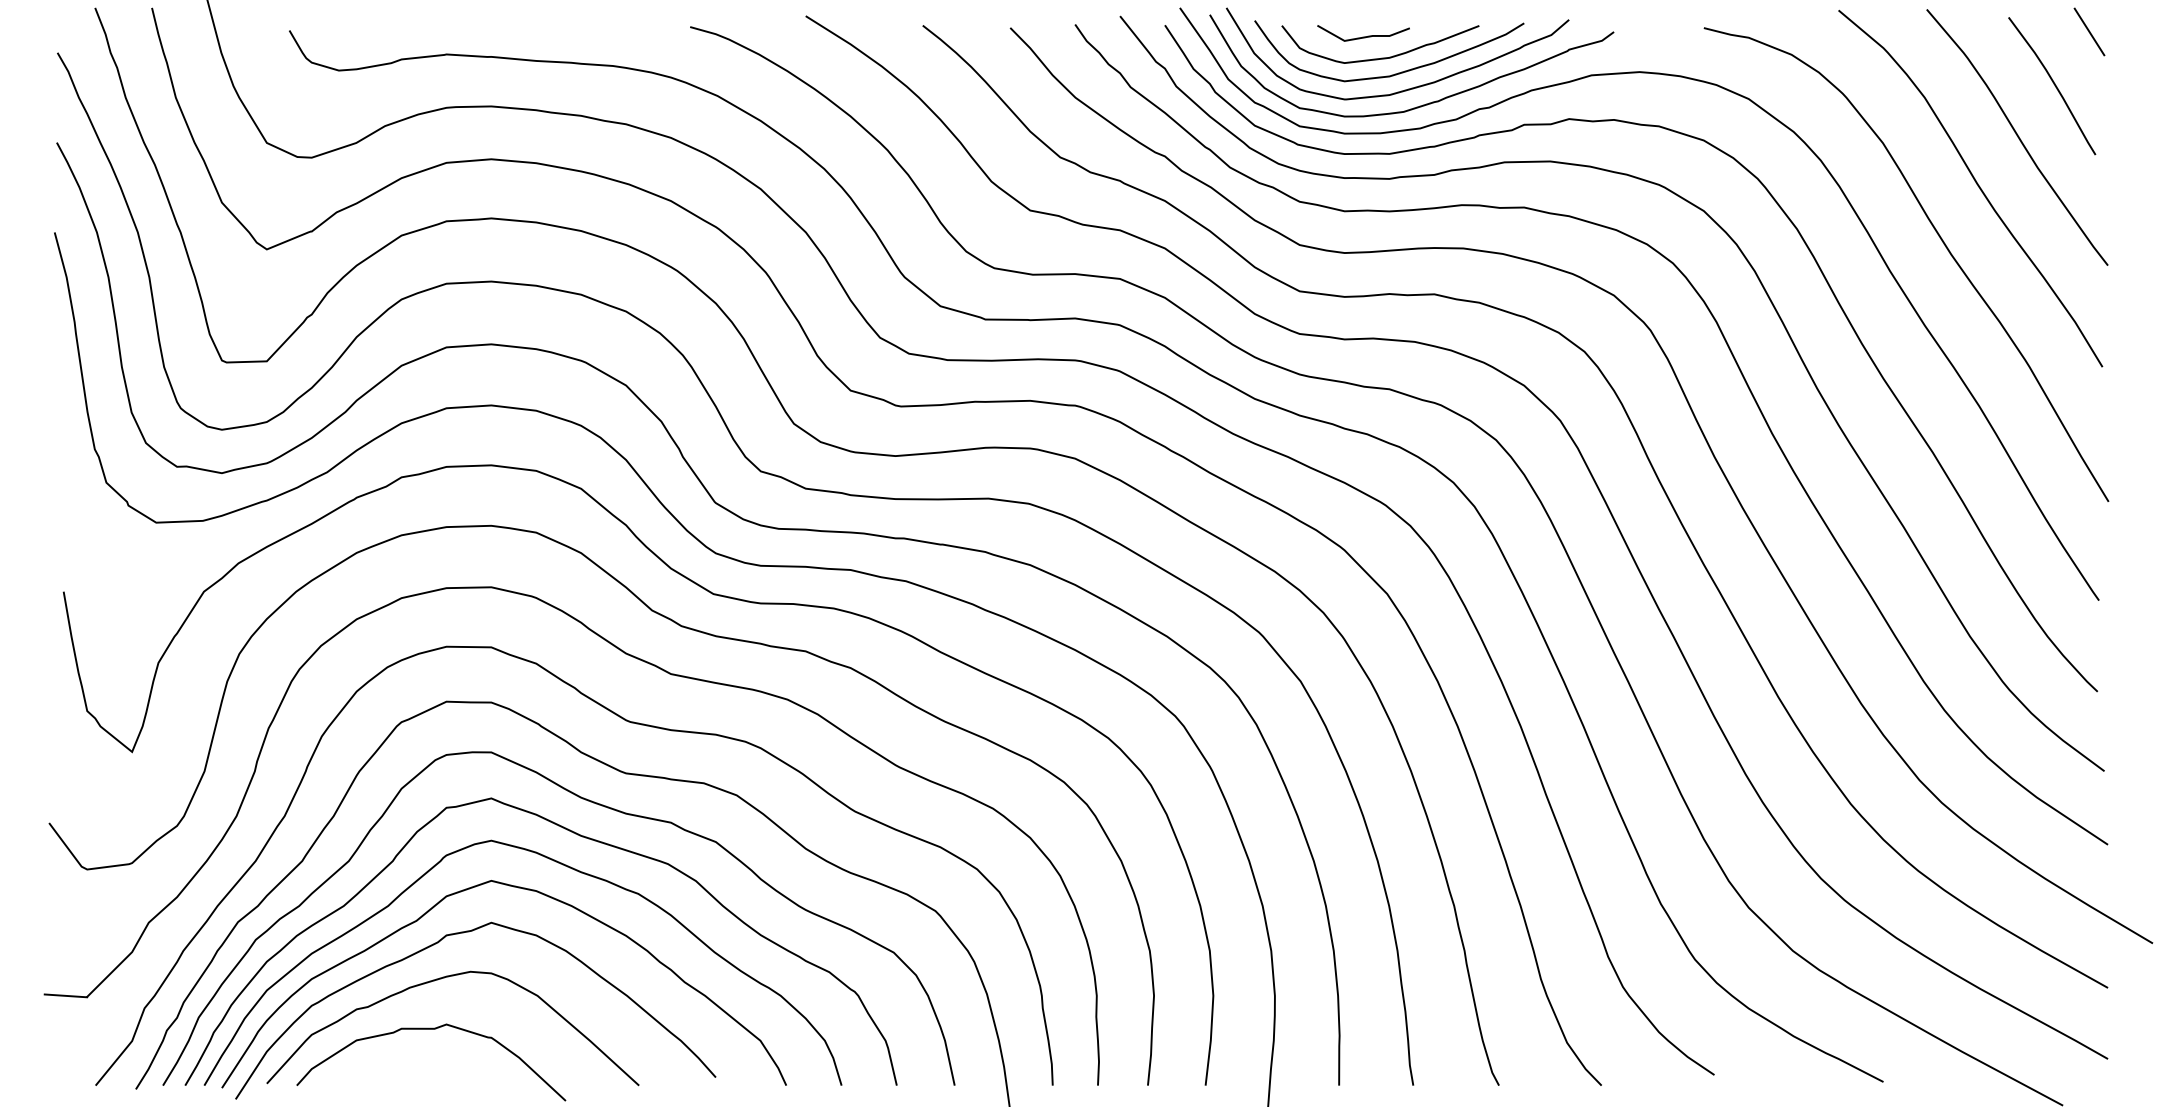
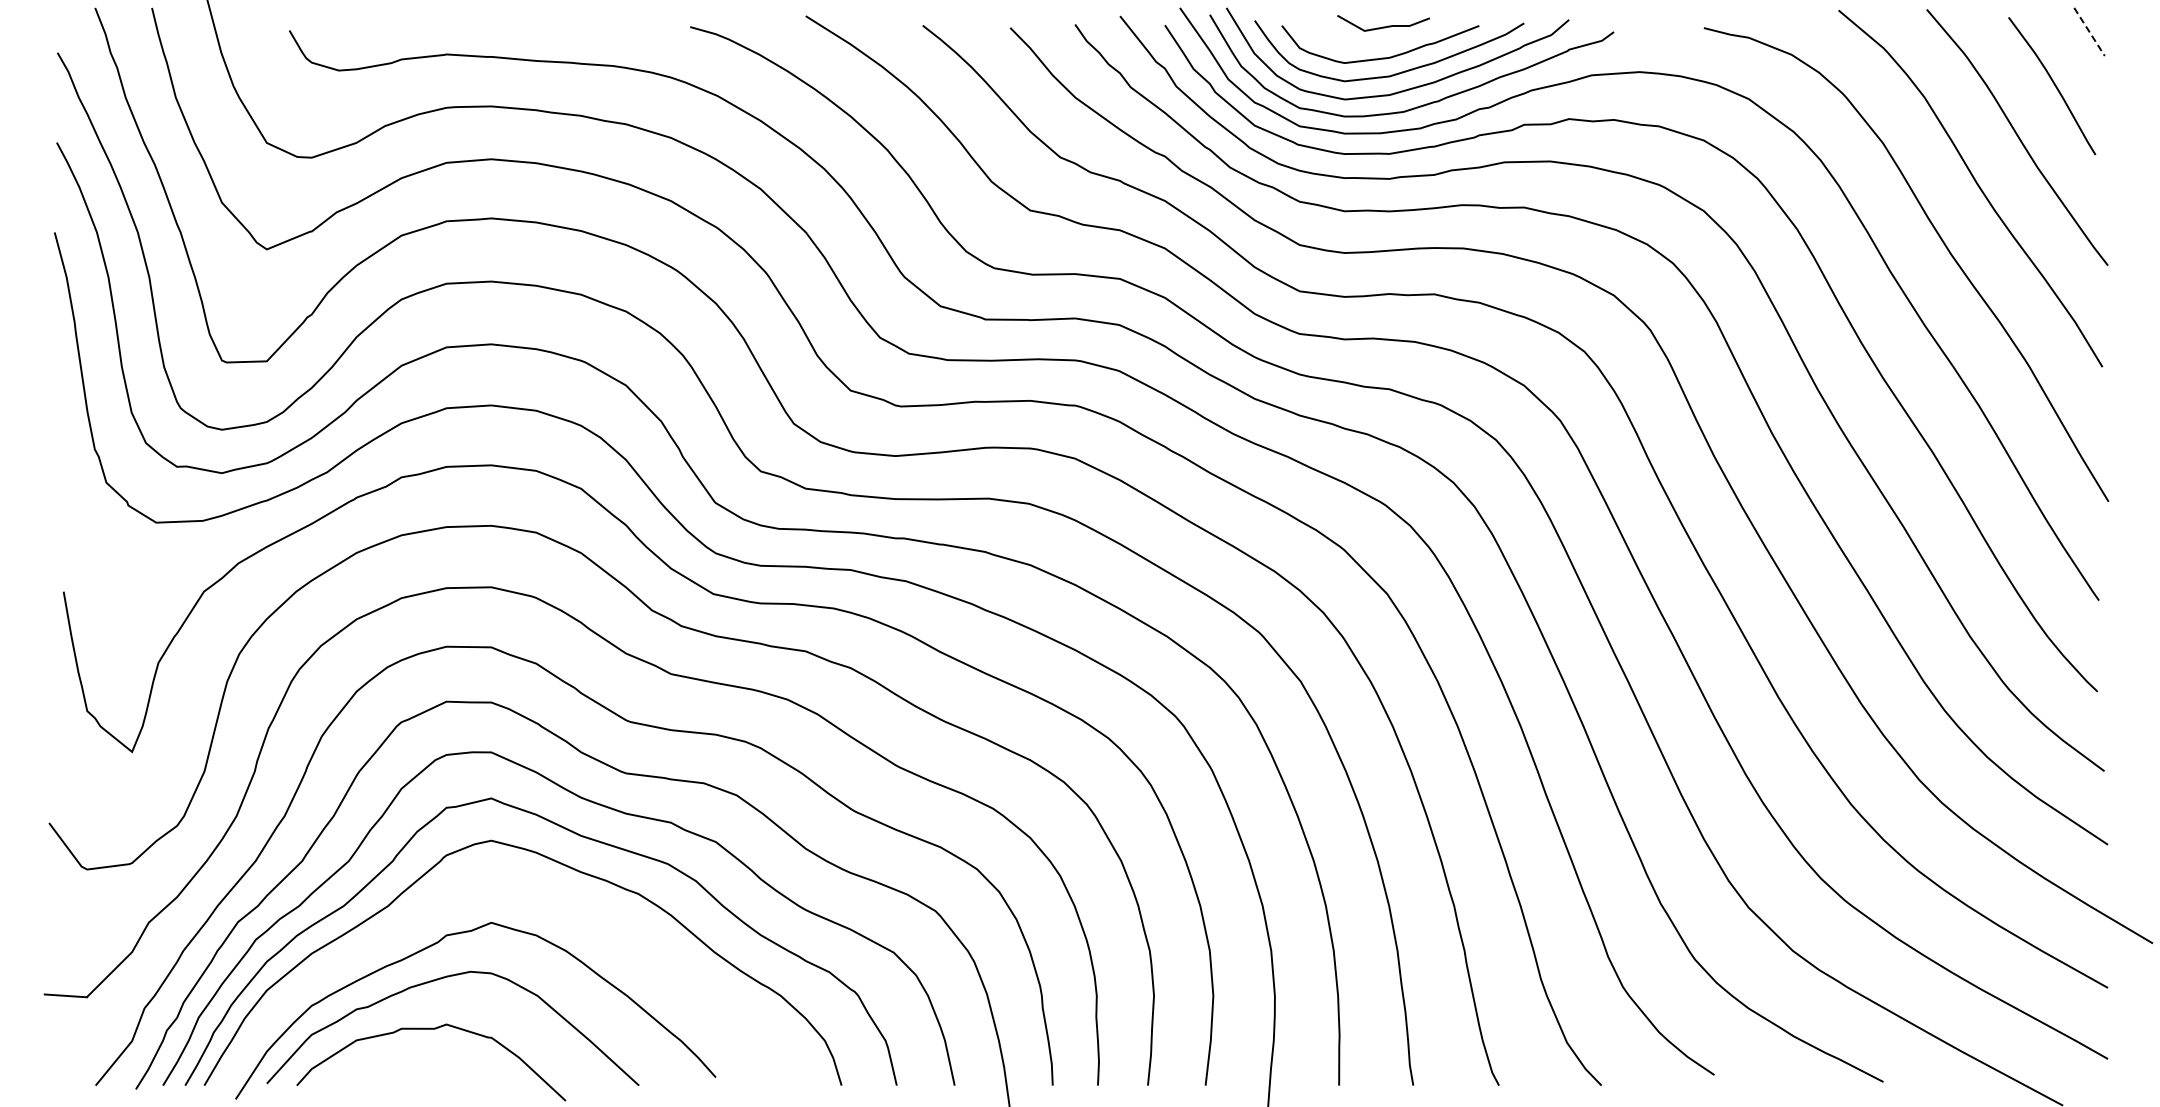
line at (2089, 31): solid -> dashed
line at (1363, 36) position: (1363, 36) -> (1383, 26)
curve at (527, 890): present -> none
